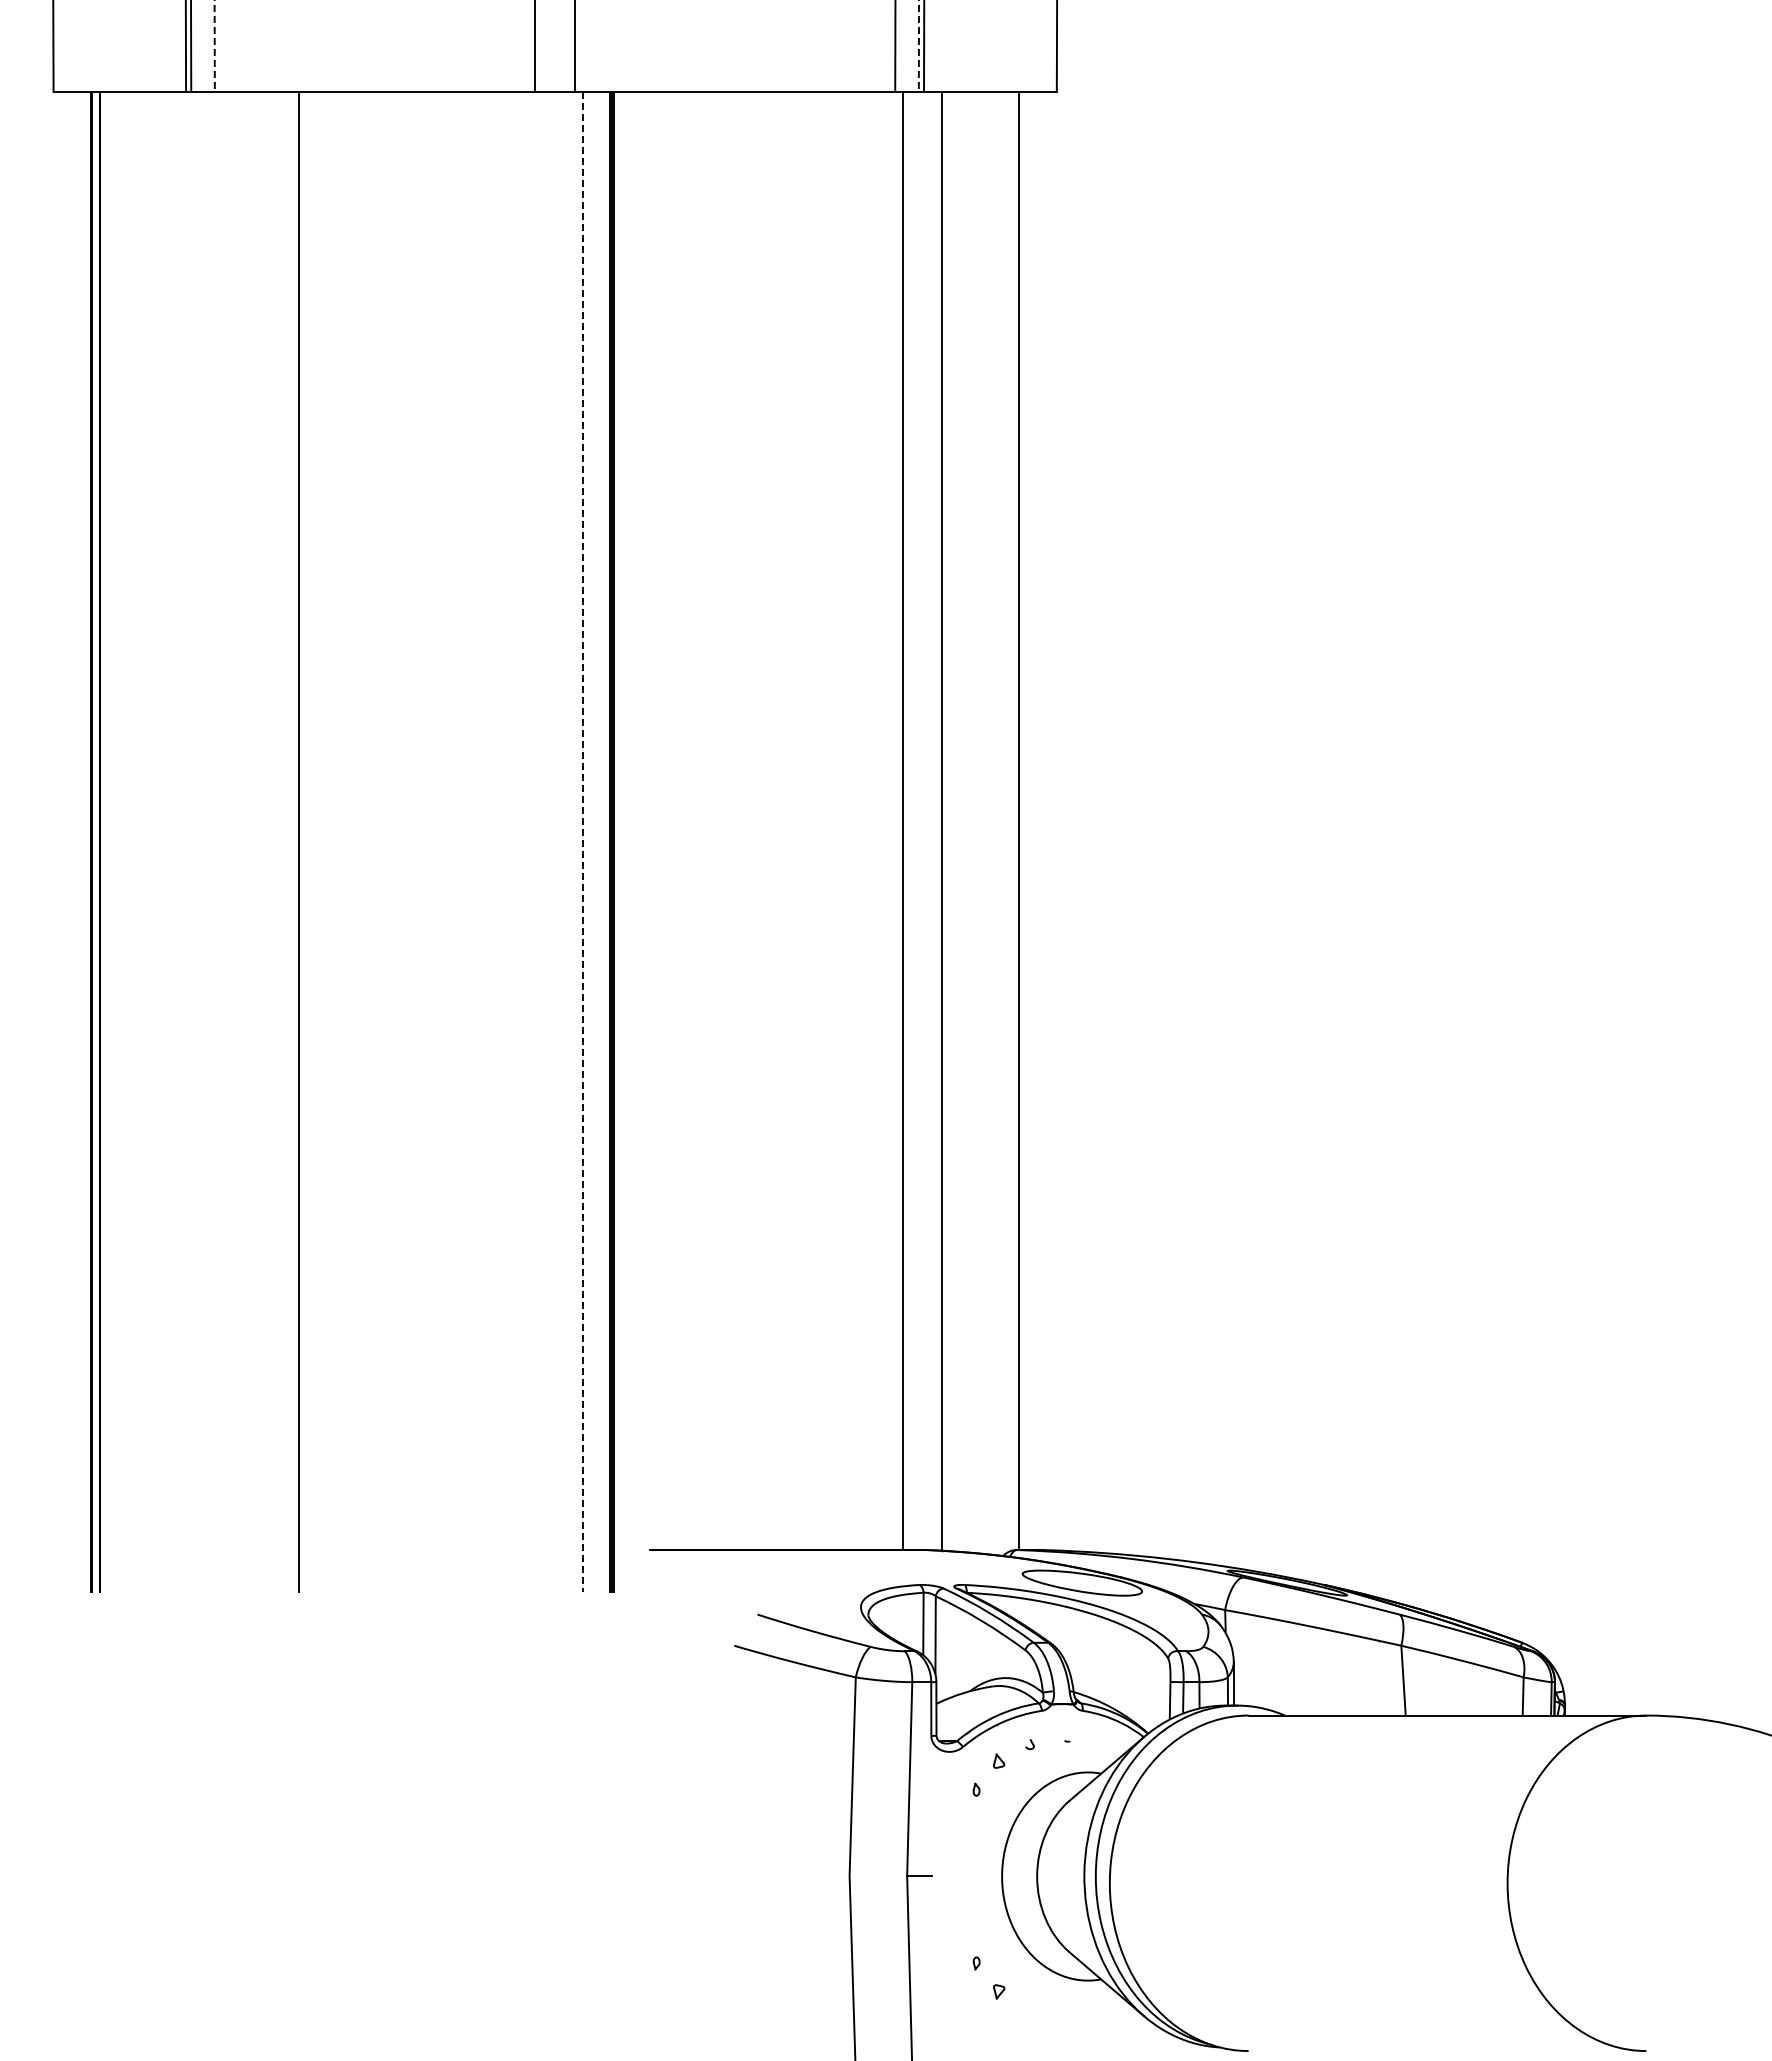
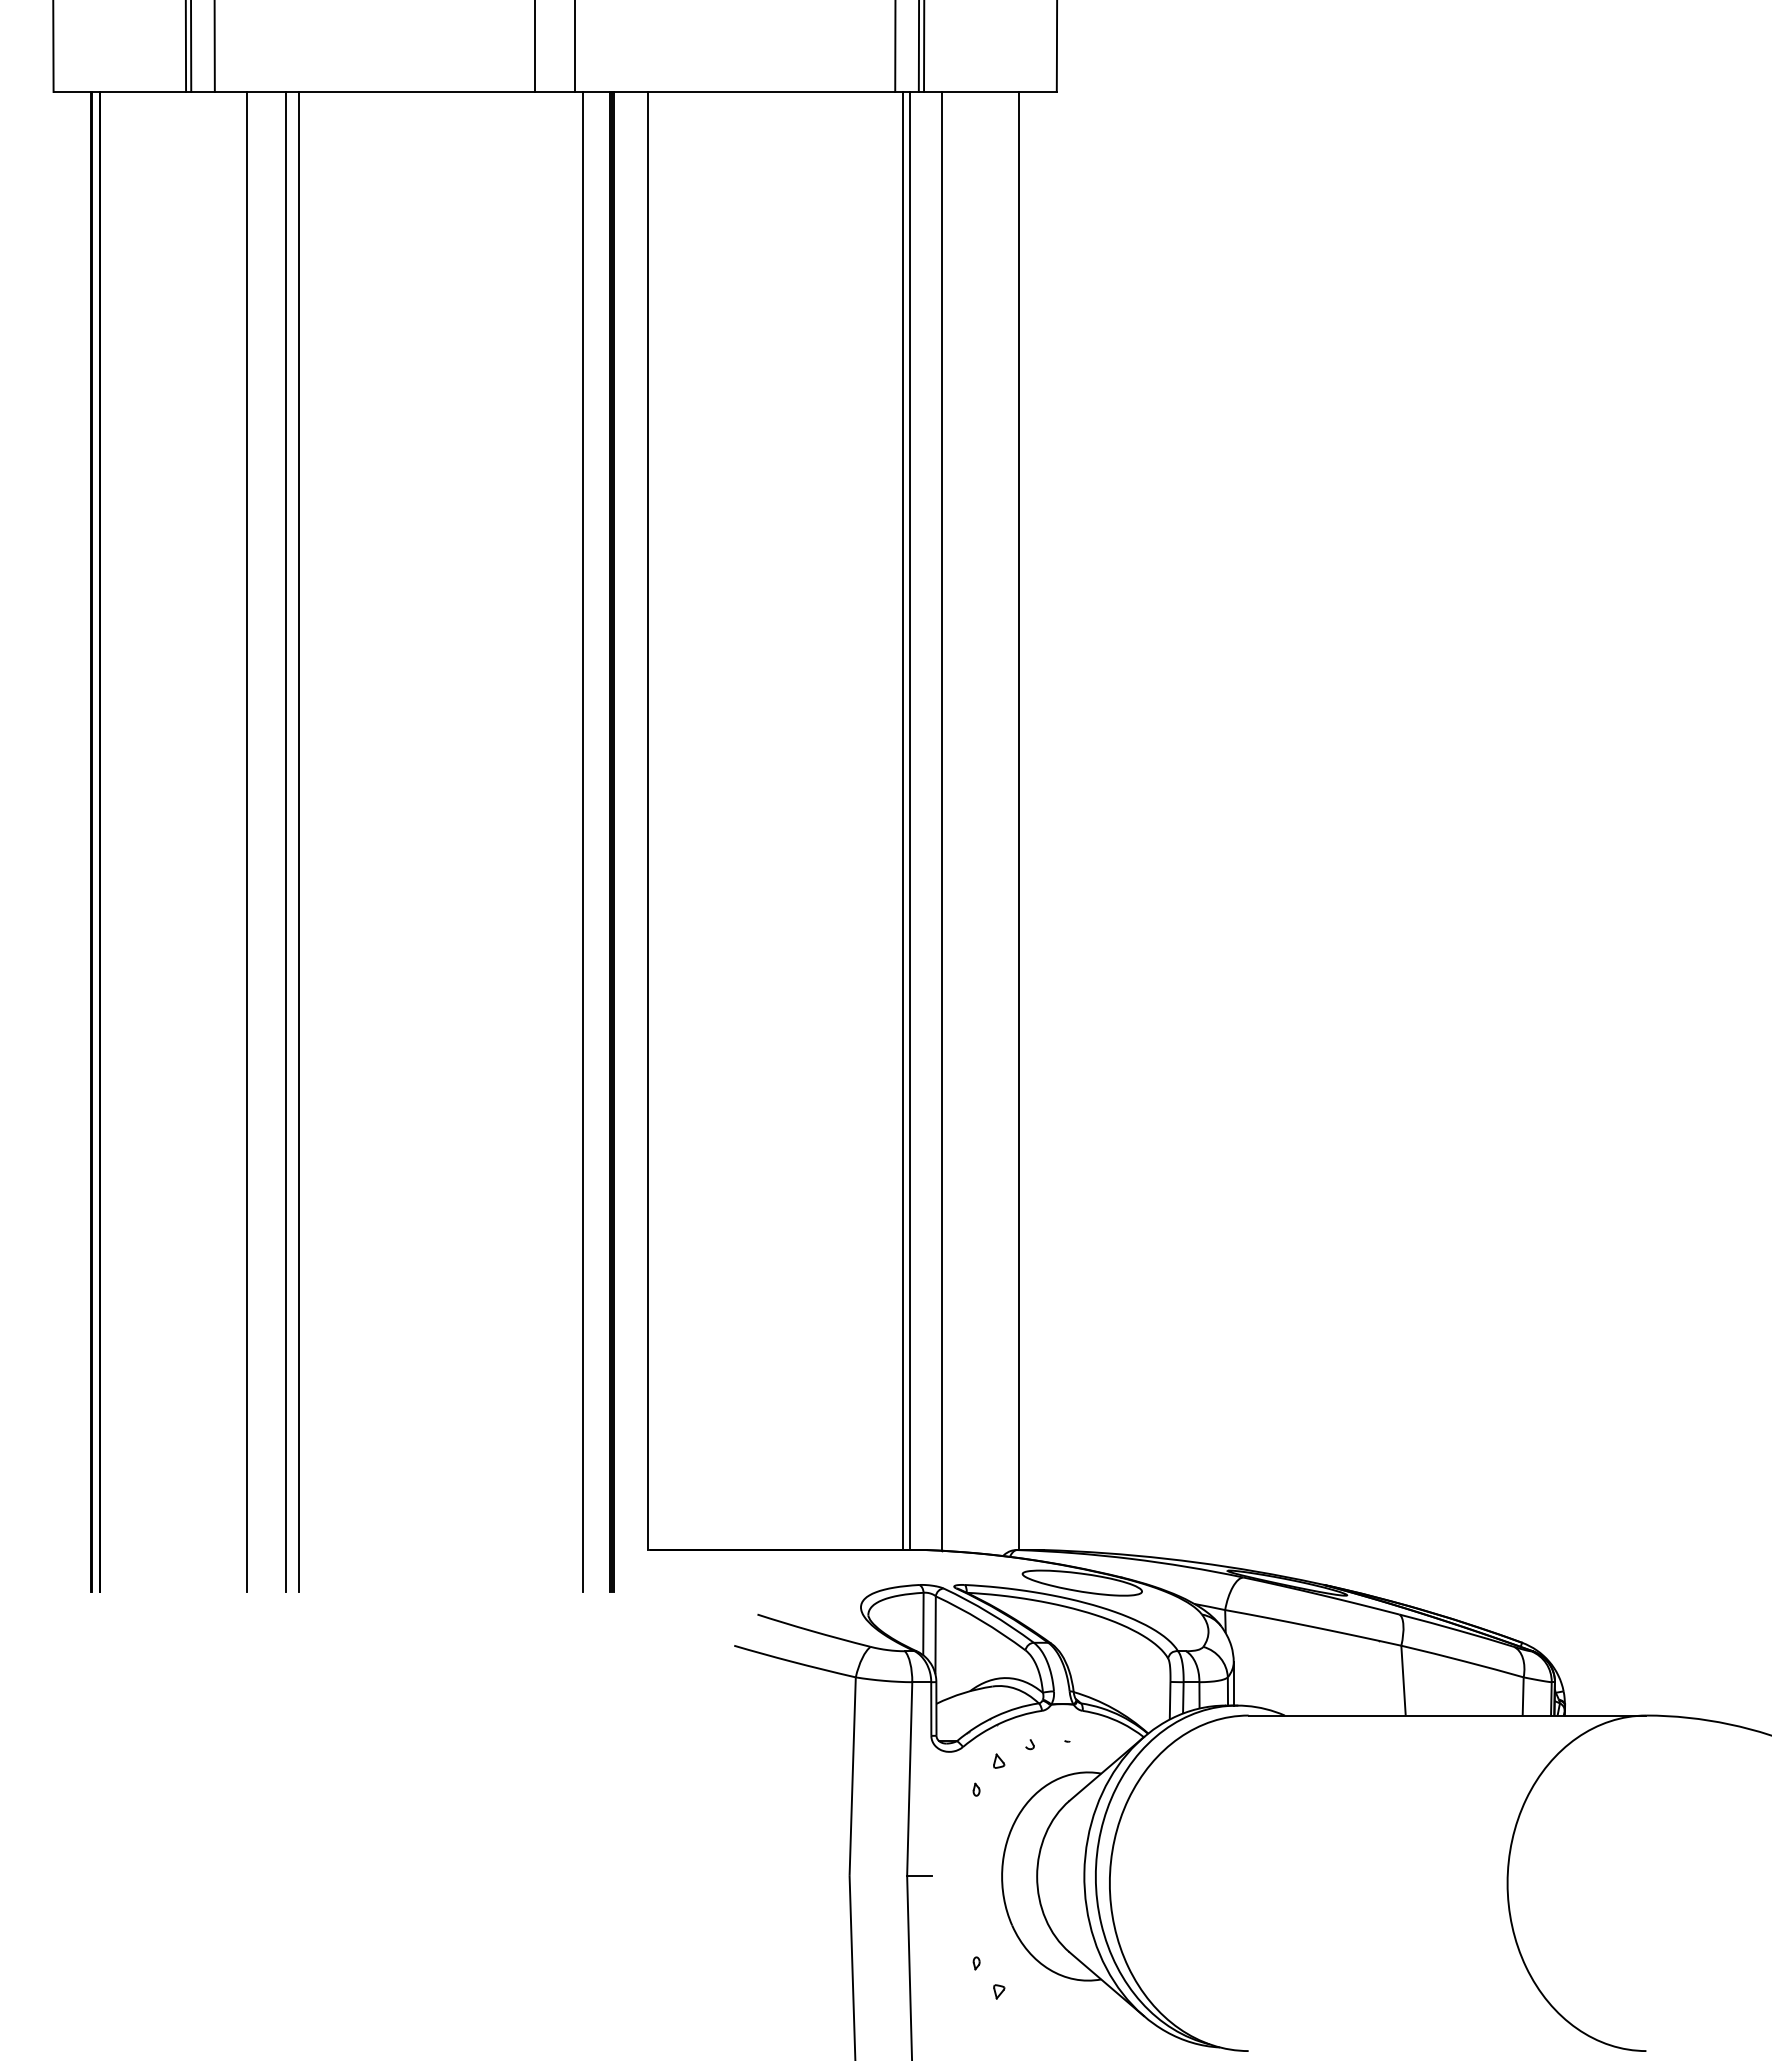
line at (214, 46): dashed -> solid
line at (918, 46): dashed -> solid
line at (647, 821): none -> present
line at (909, 821): none -> present
line at (247, 842): none -> present
line at (286, 842): none -> present
line at (583, 842): dashed -> solid
